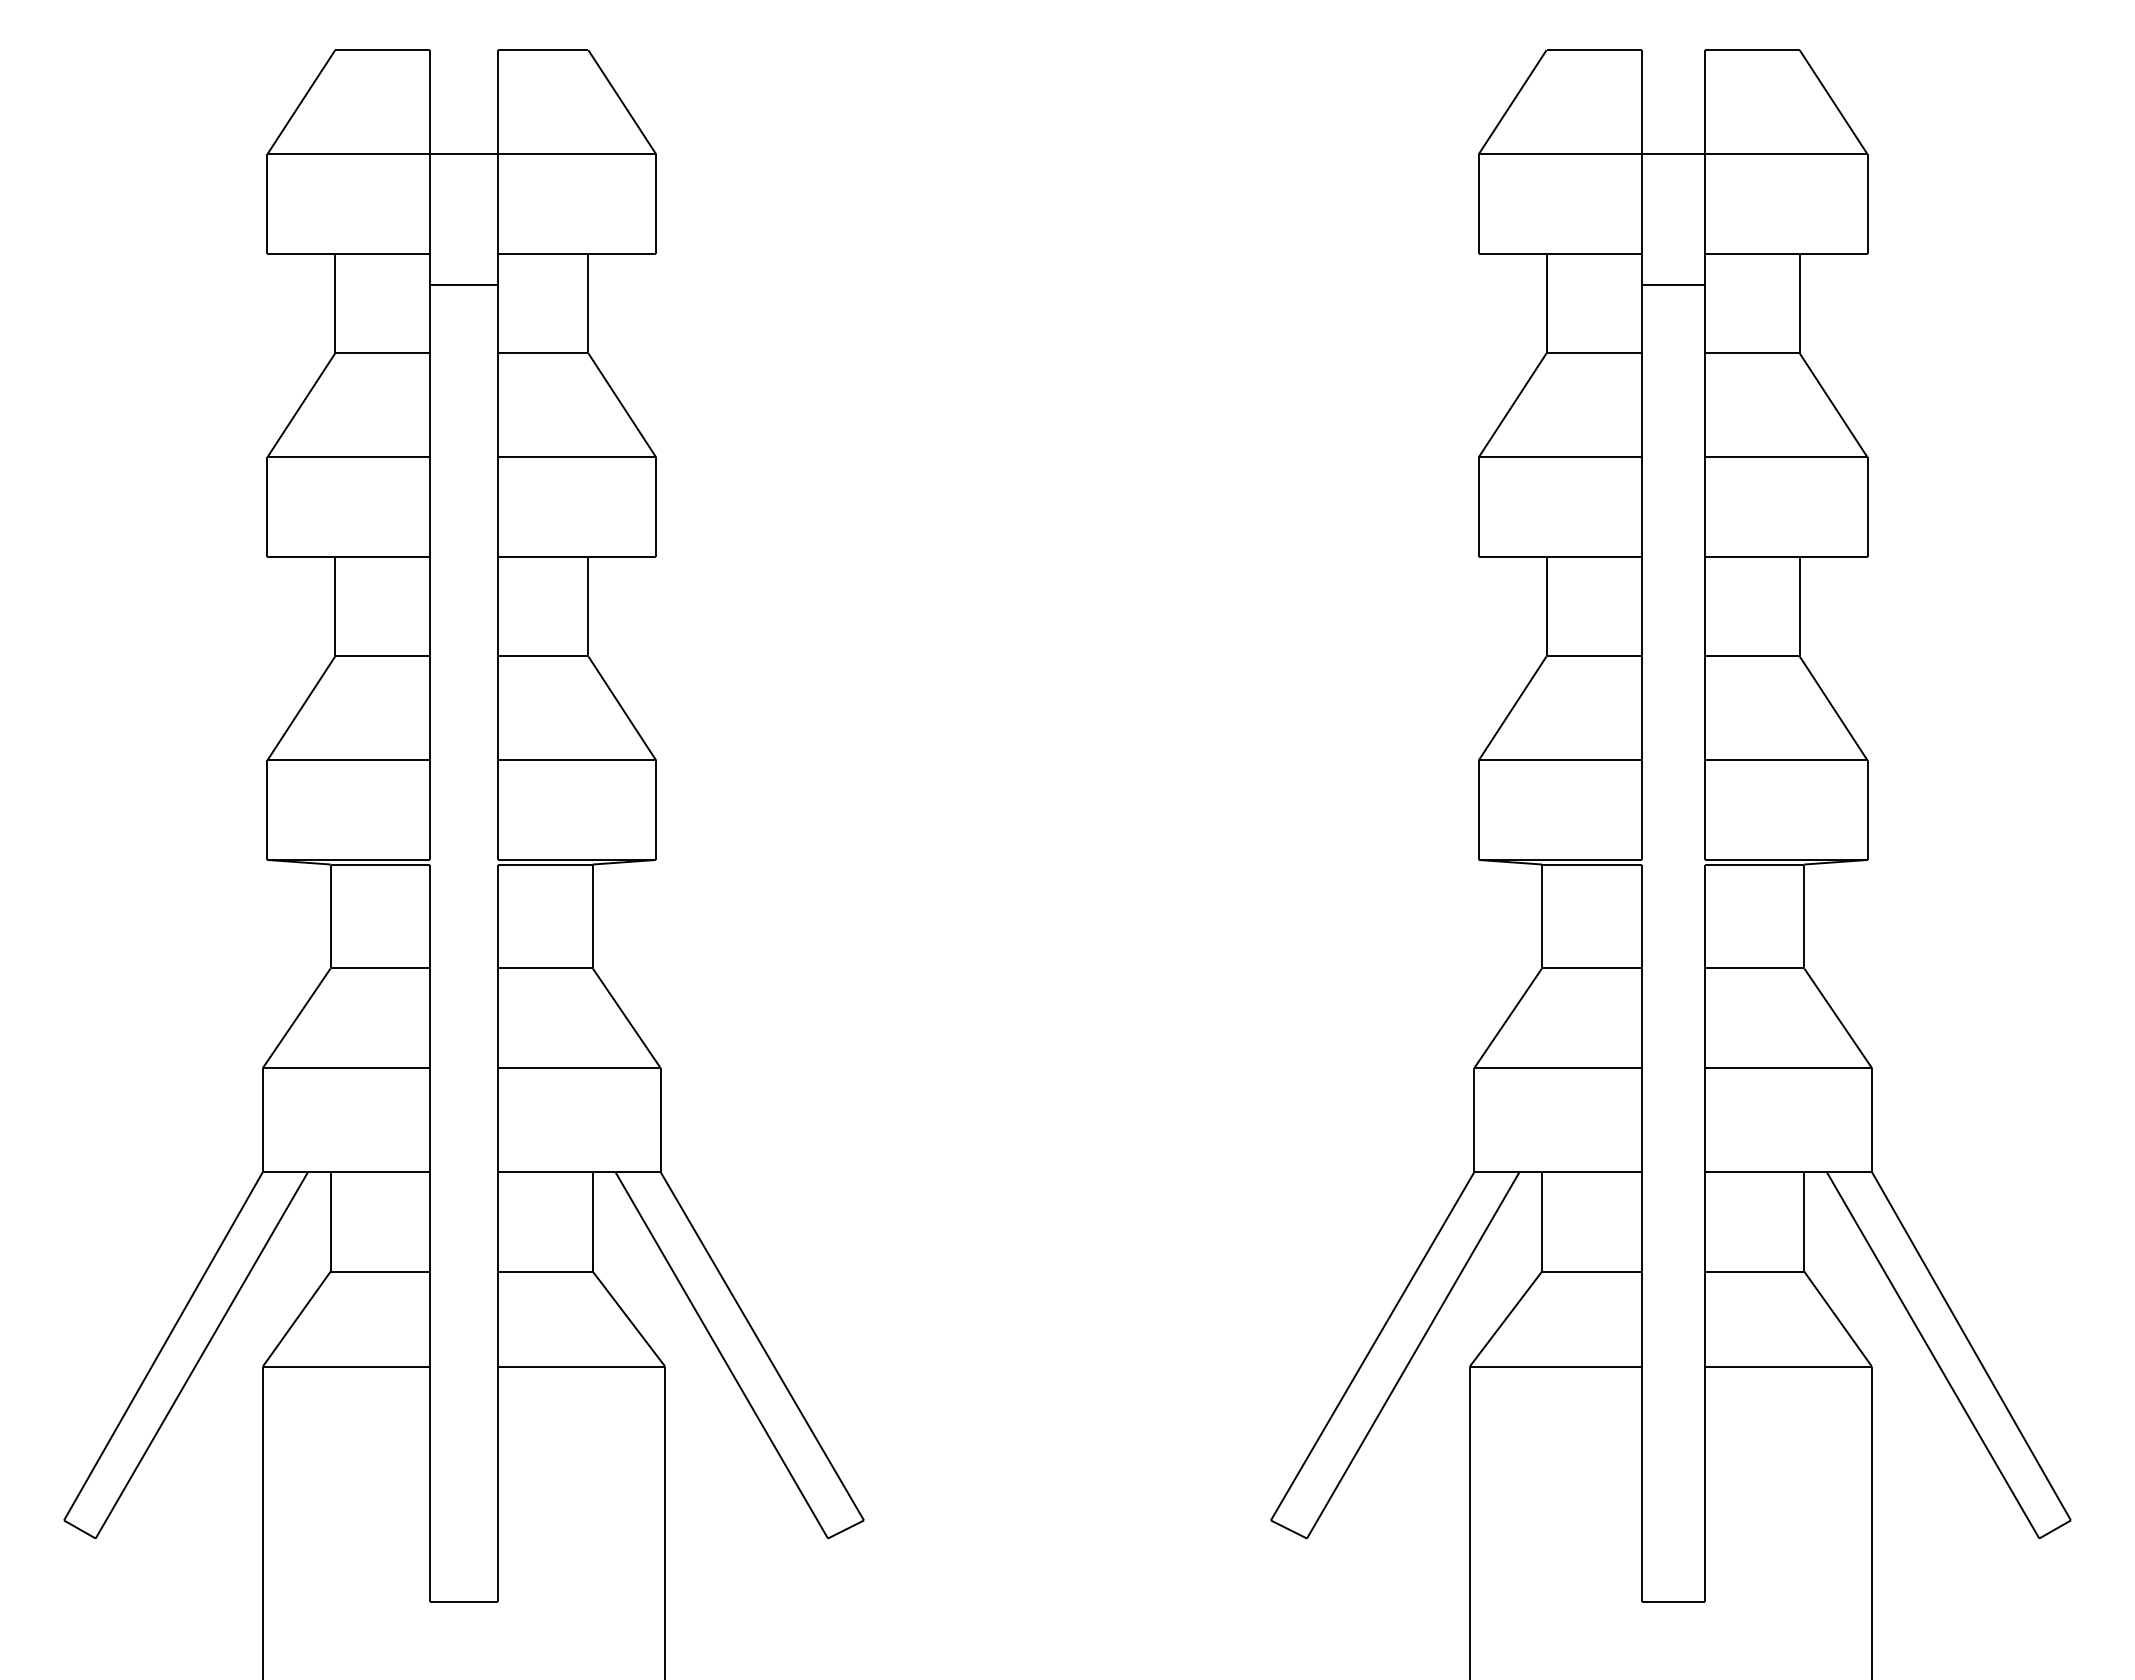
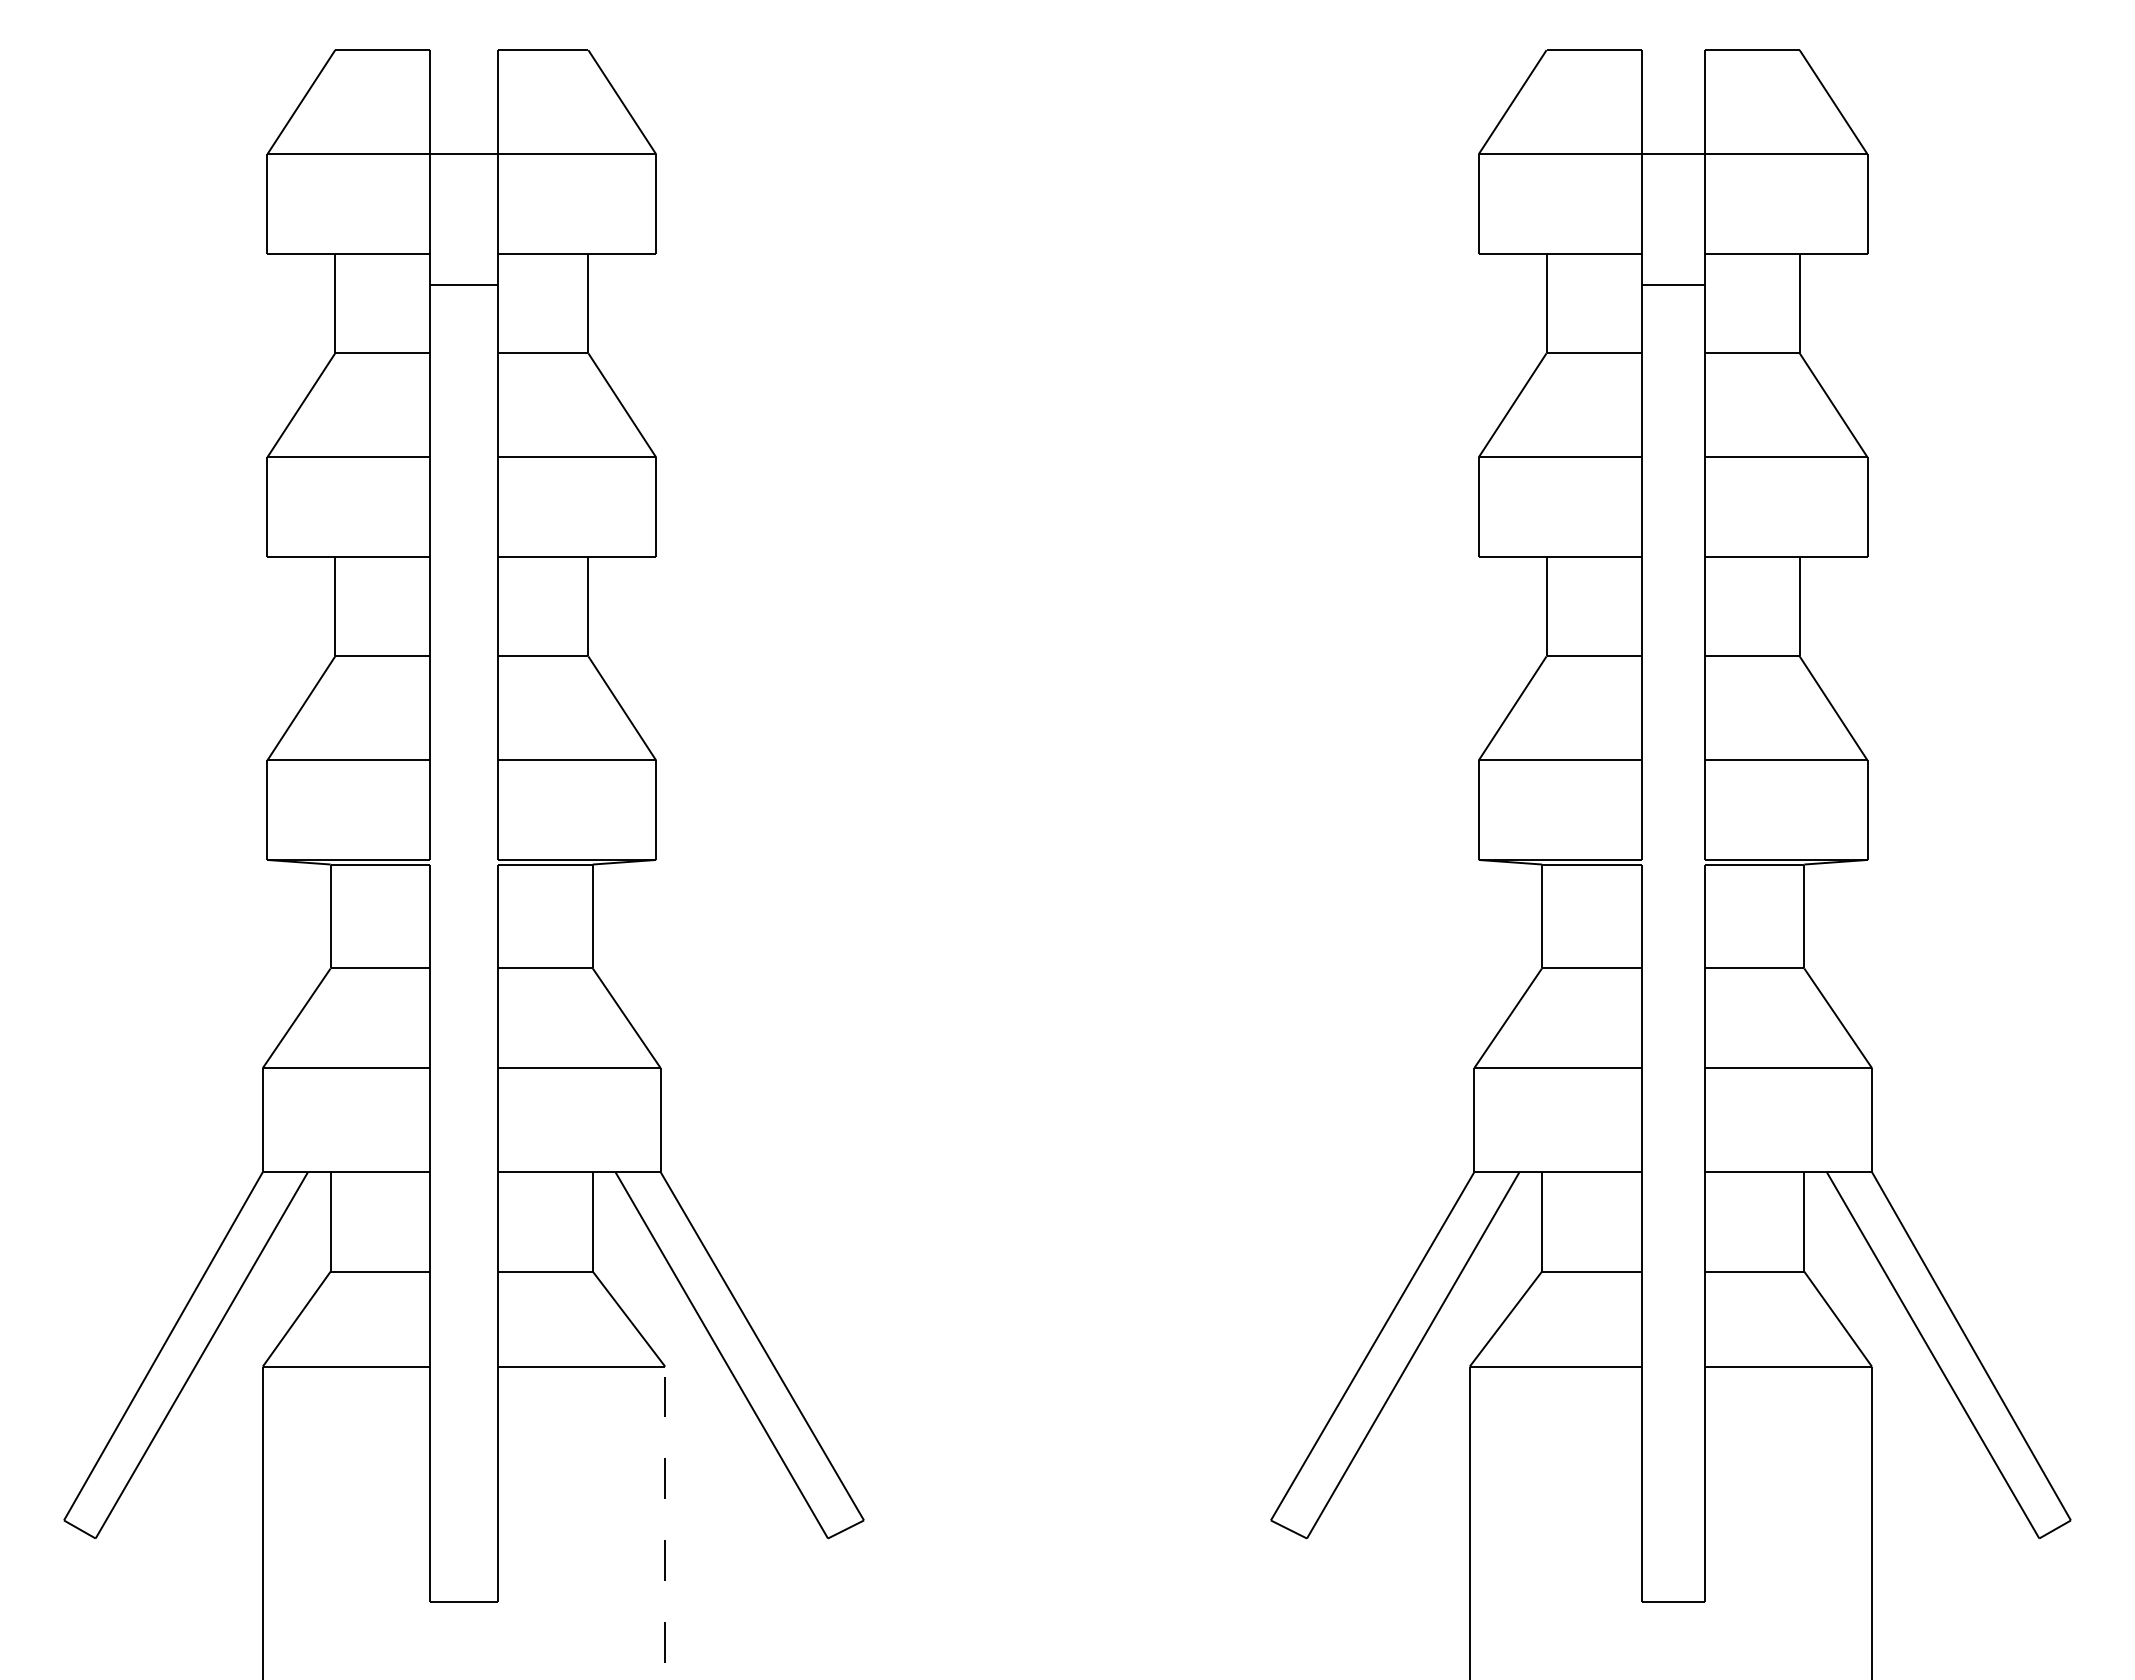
line at (665, 1522): solid -> dashed
